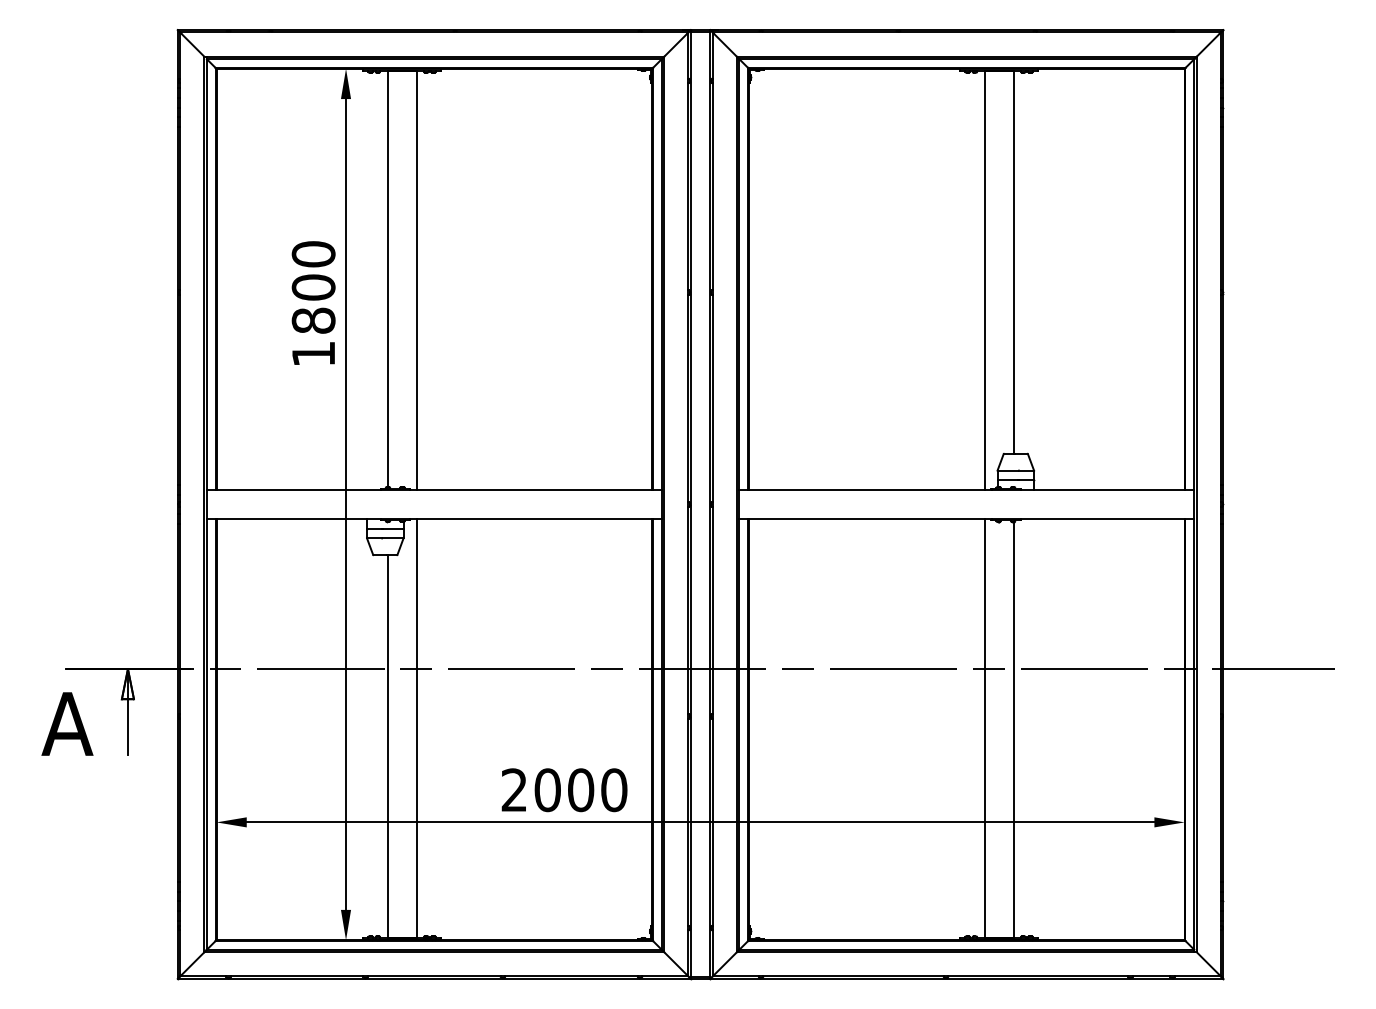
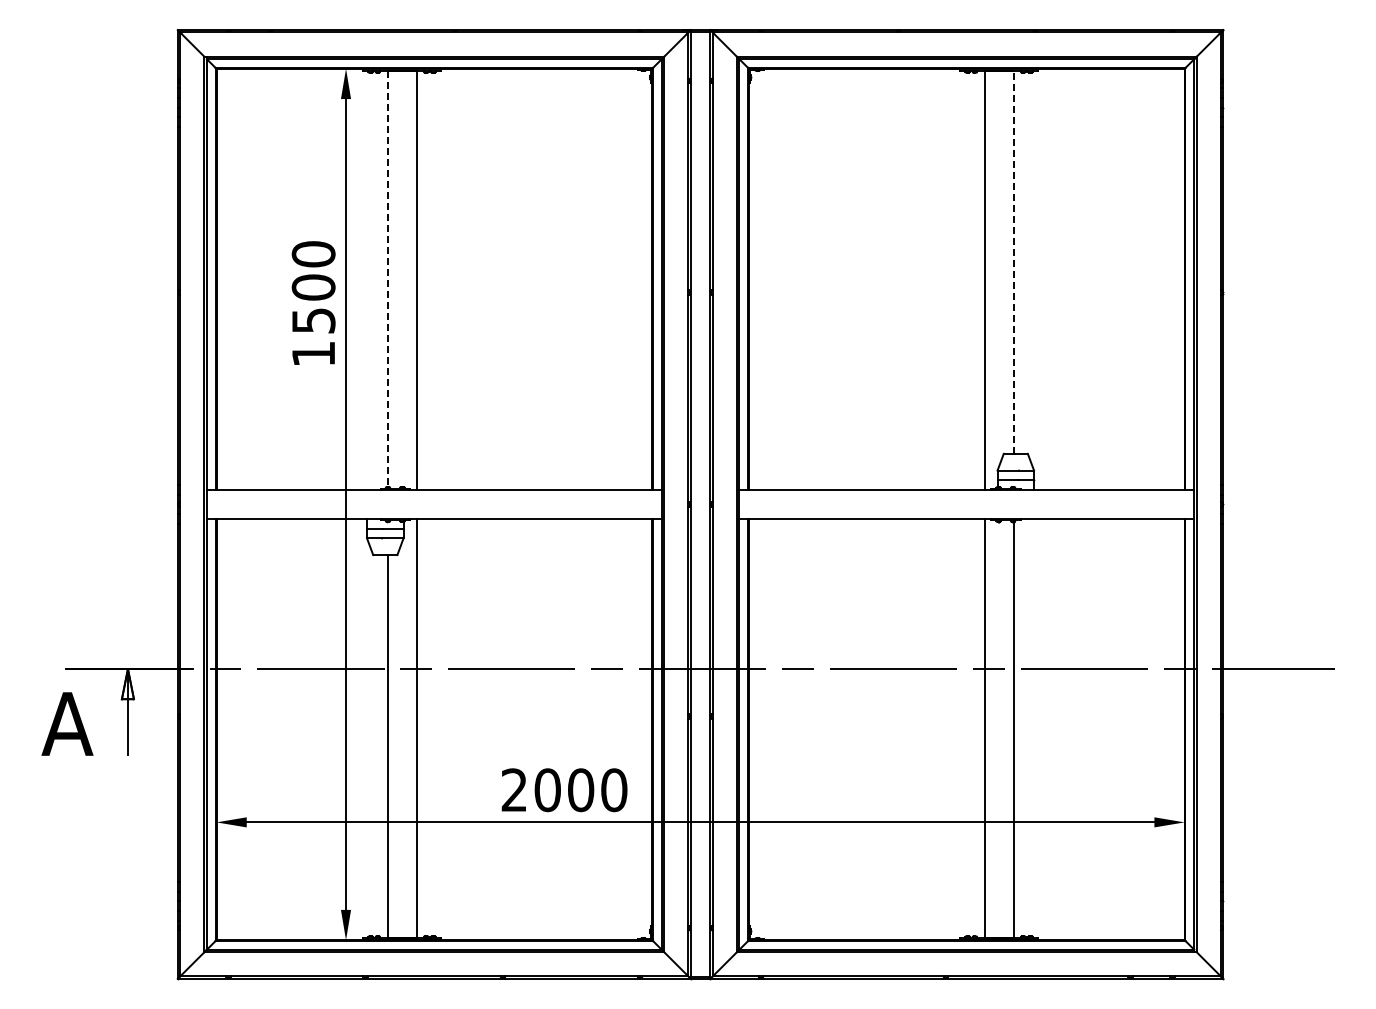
line at (1013, 261): solid -> dashed
line at (387, 279): solid -> dashed
text at (313, 320): 1800 -> 1500
